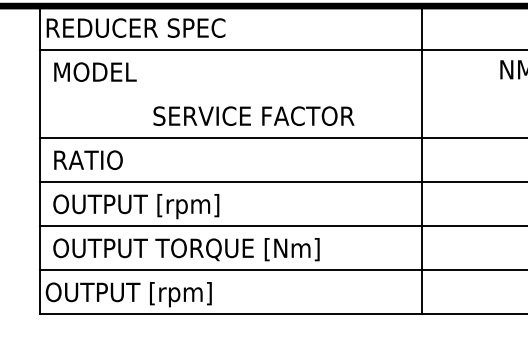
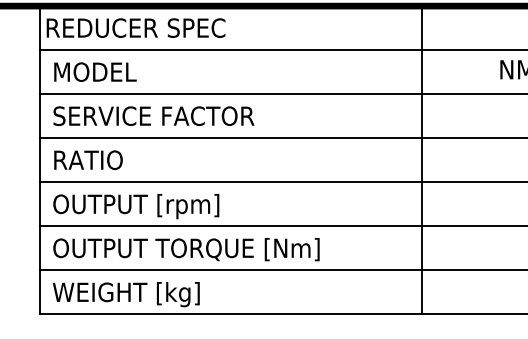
line at (281, 94): none -> present
text at (253, 115) position: (253, 115) -> (153, 115)
text at (128, 294): OUTPUT [rpm] -> WEIGHT [kg]
